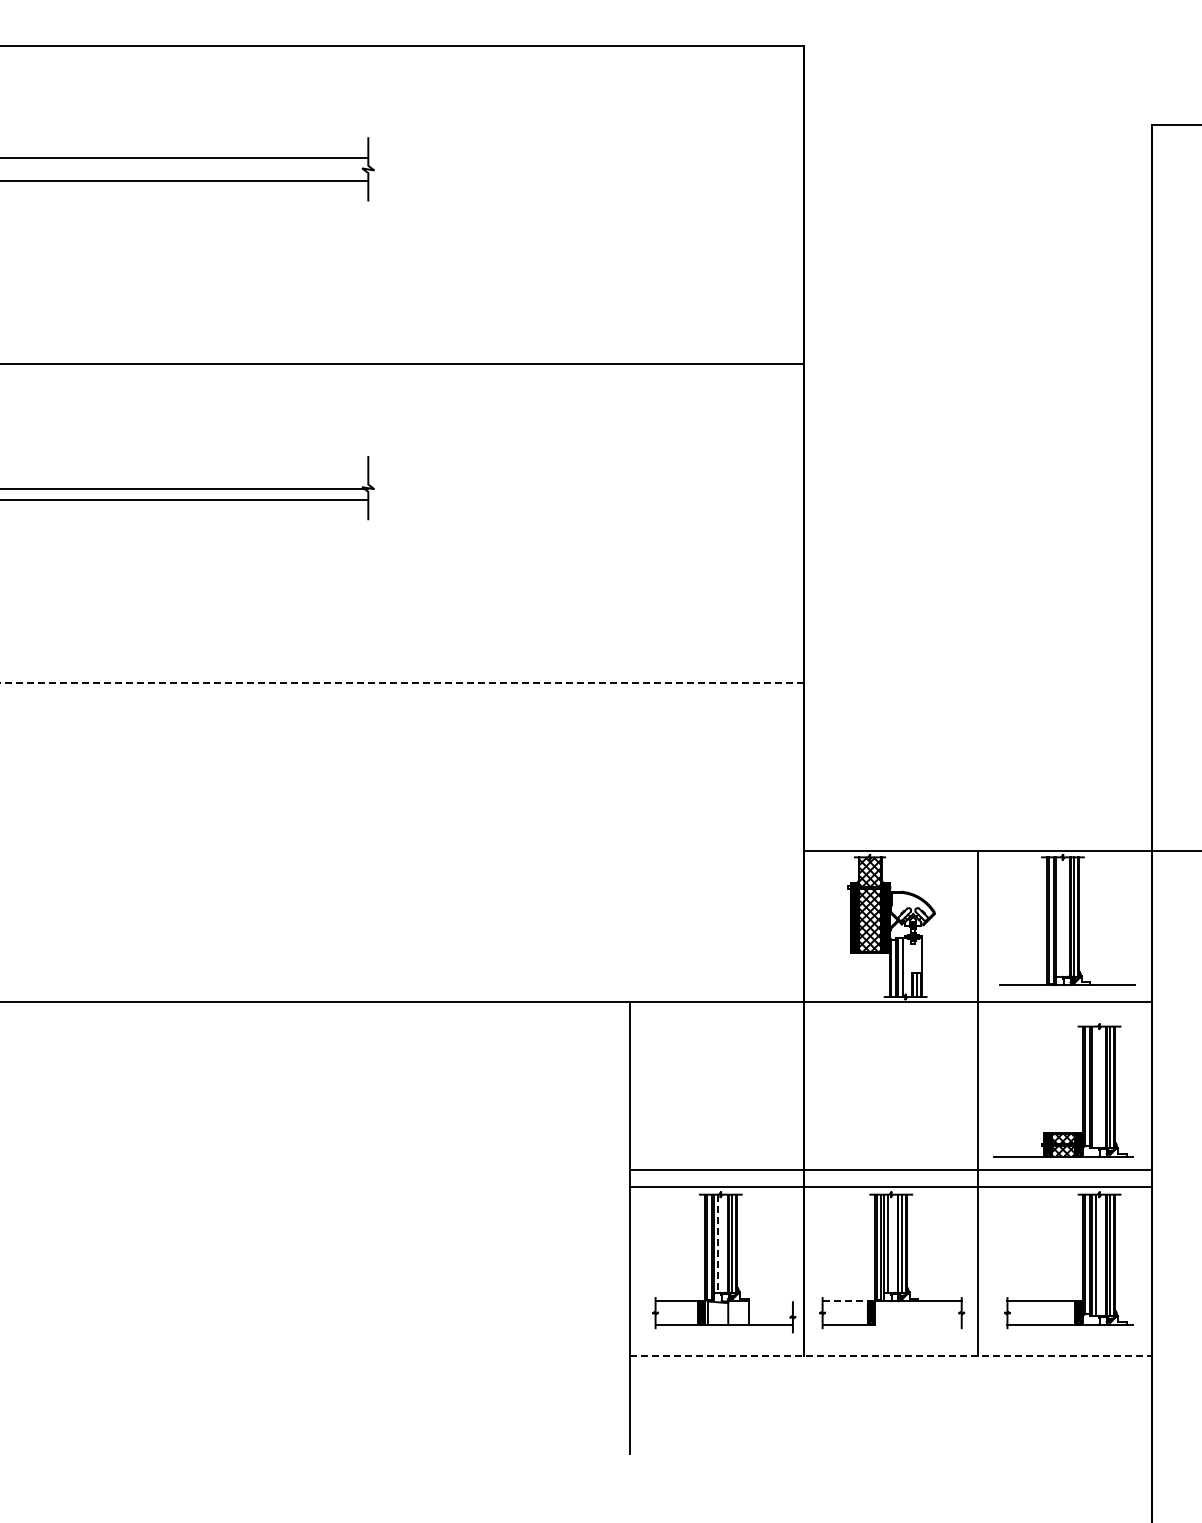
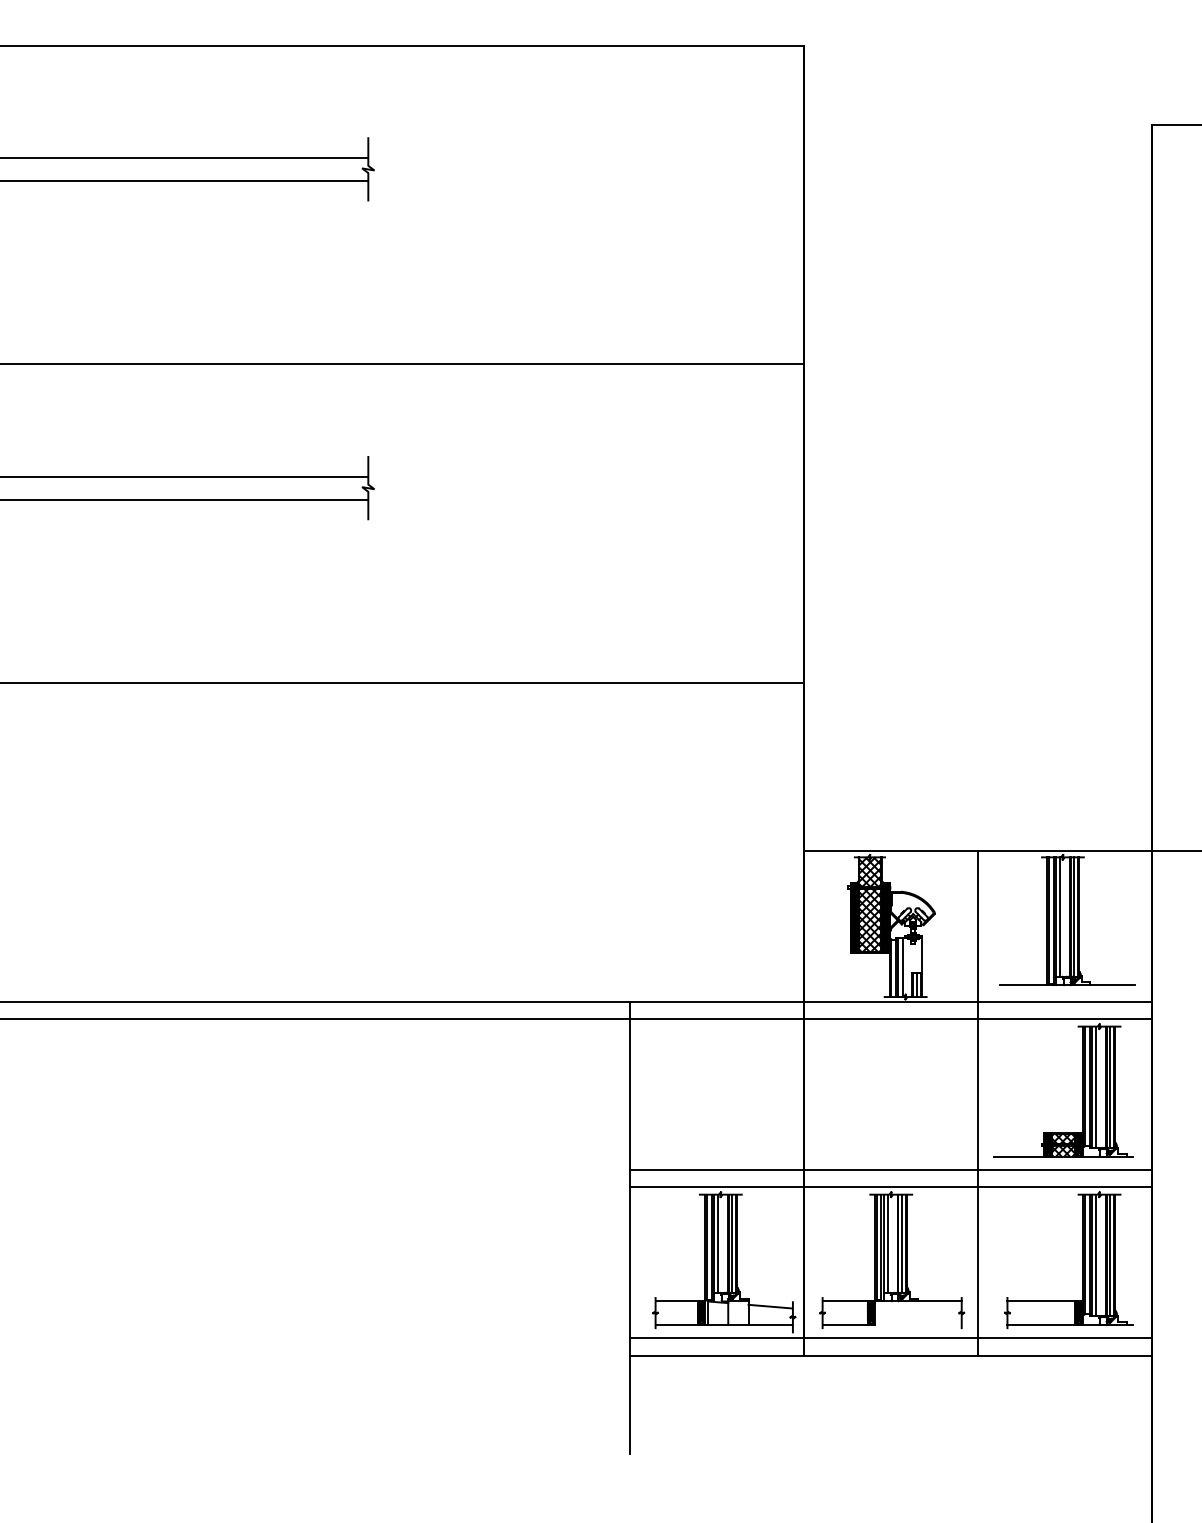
line at (185, 488) position: (185, 488) -> (185, 476)
line at (402, 683): dashed -> solid
line at (1060, 916): none -> present
line at (576, 1019): none -> present
line at (1096, 1086): none -> present
line at (718, 1243): dashed -> solid
line at (845, 1301): dashed -> solid
line at (770, 1306): none -> present
line at (890, 1338): none -> present
line at (891, 1355): dashed -> solid
